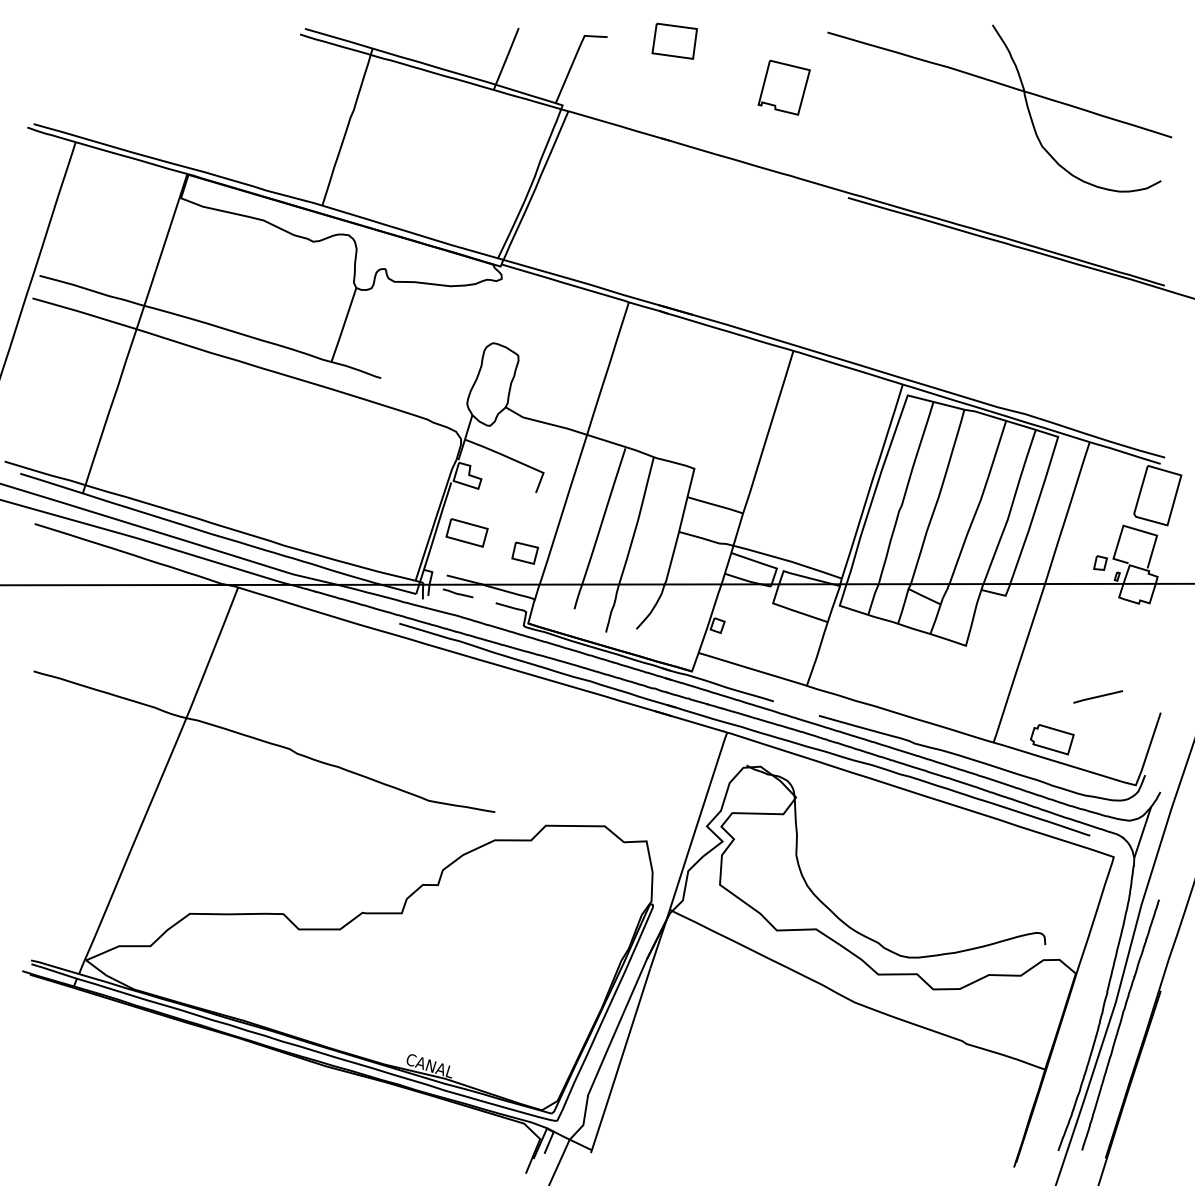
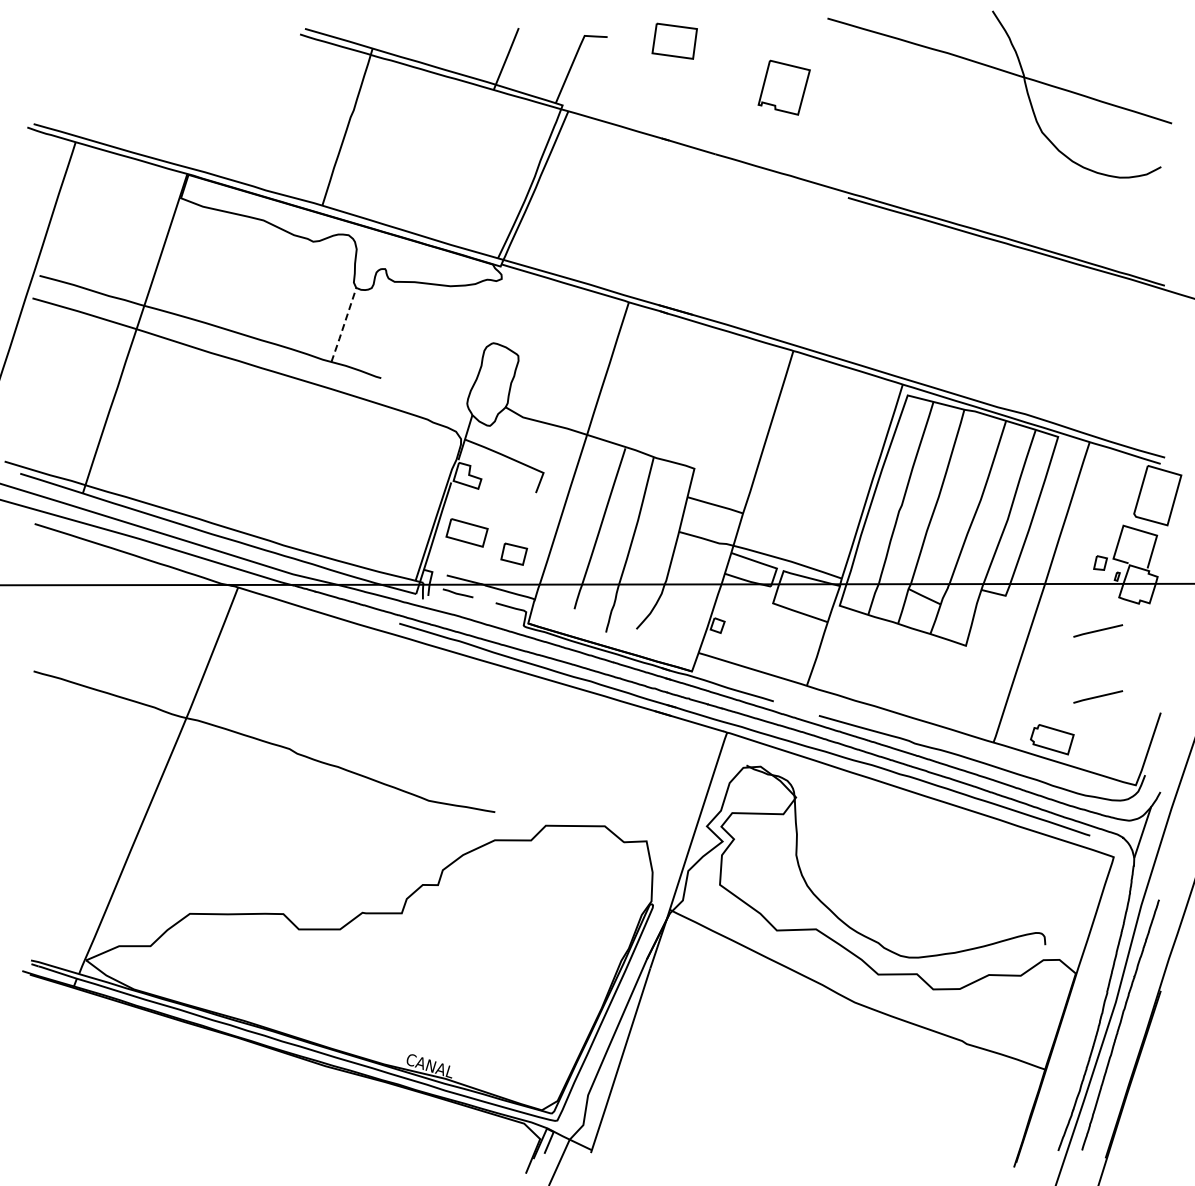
part at (1007, 87) position: (1007, 87) -> (1007, 73)
line at (343, 325): solid -> dashed
part at (525, 552) position: (525, 552) -> (514, 553)
line at (1098, 630): none -> present
